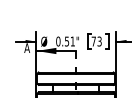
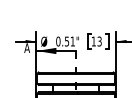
text at (93, 41): 73 -> 13
